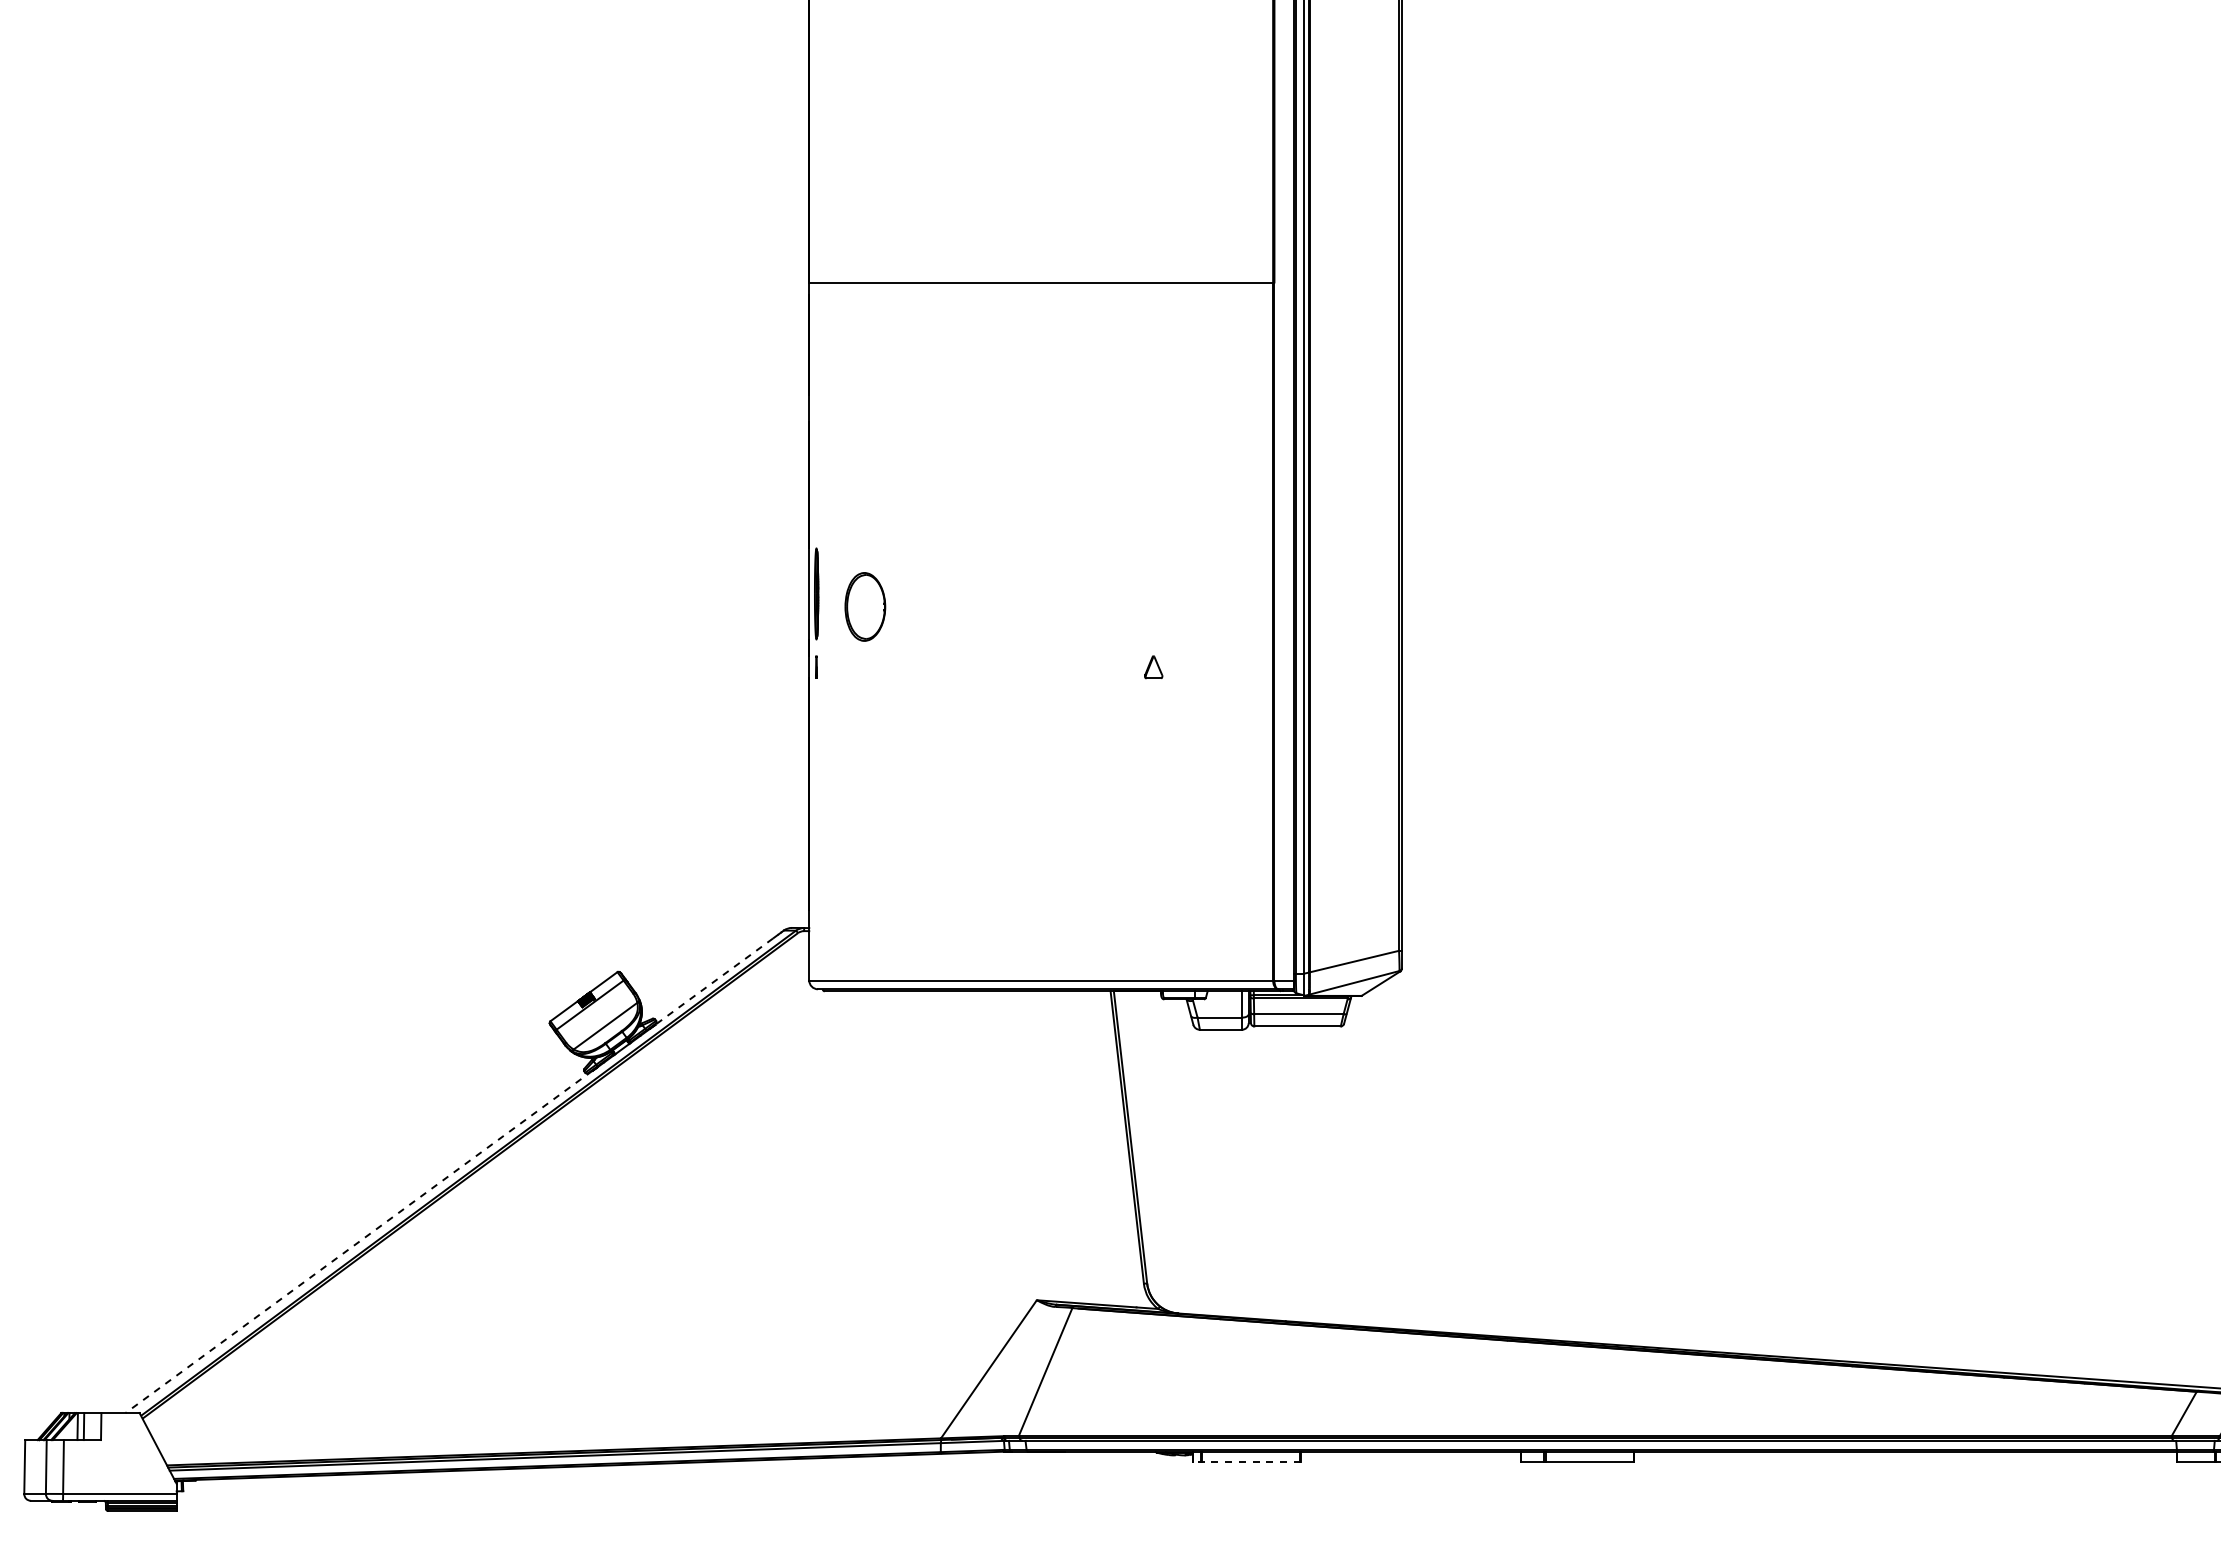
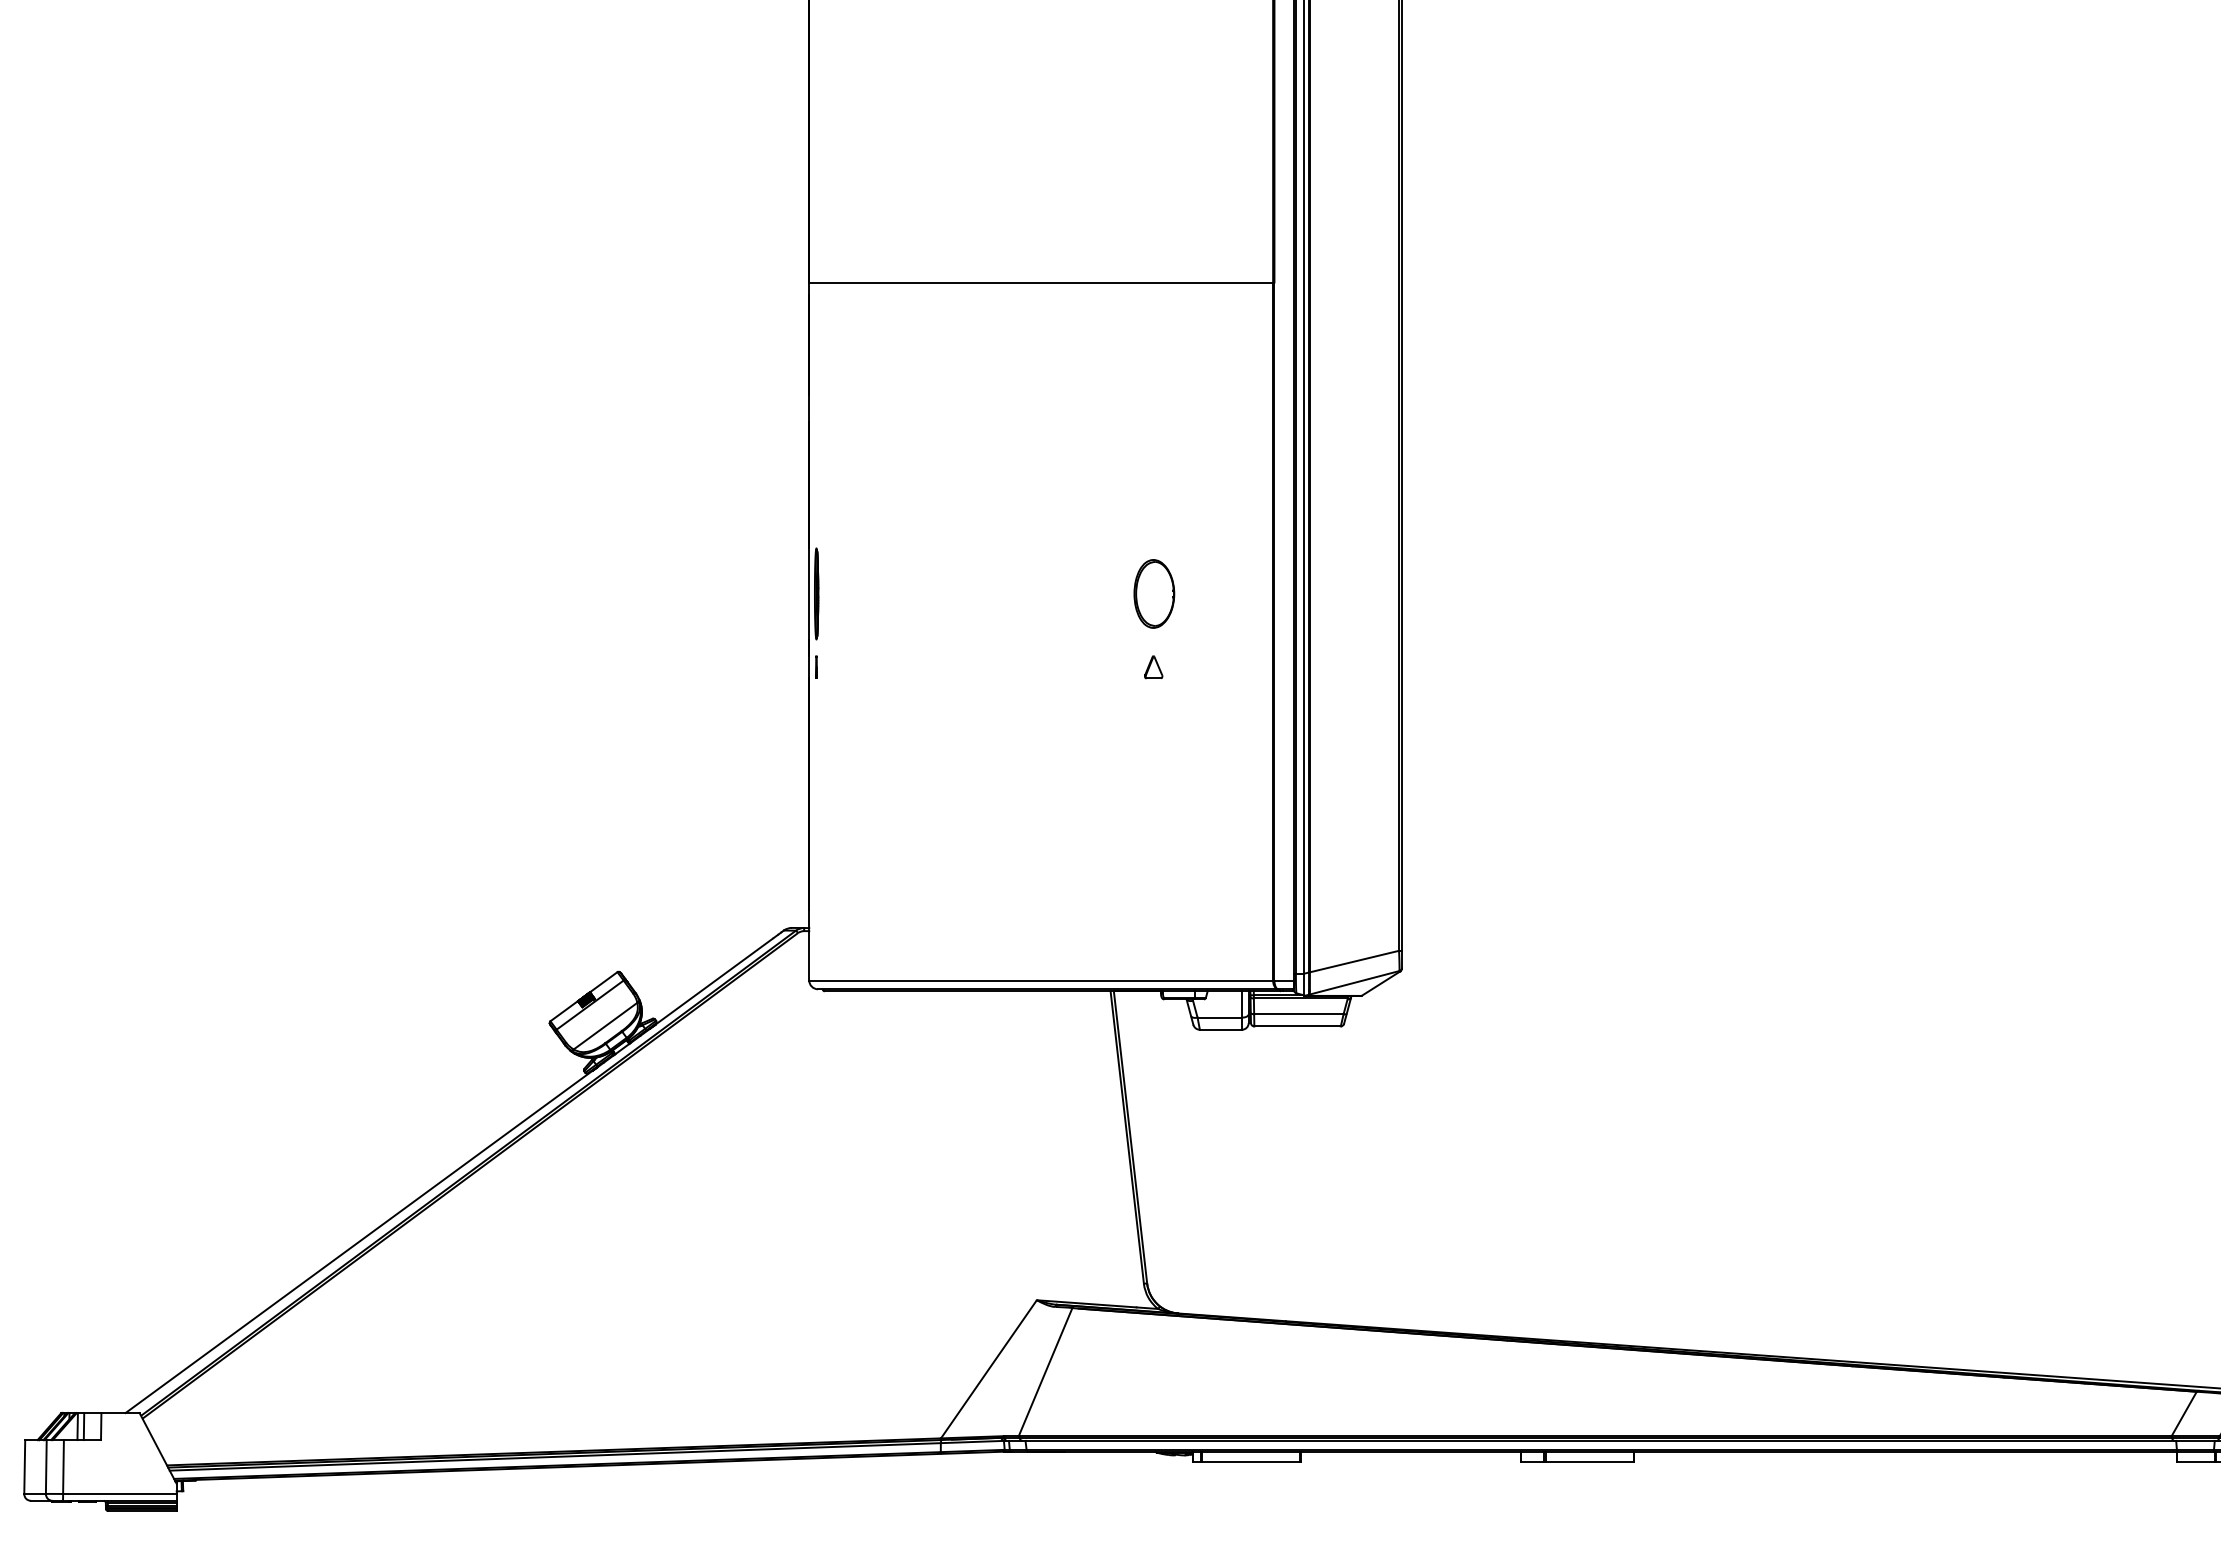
part at (865, 606) position: (865, 606) -> (1154, 593)
line at (714, 981): dashed -> solid
line at (358, 1242): dashed -> solid
line at (1246, 1461): dashed -> solid
